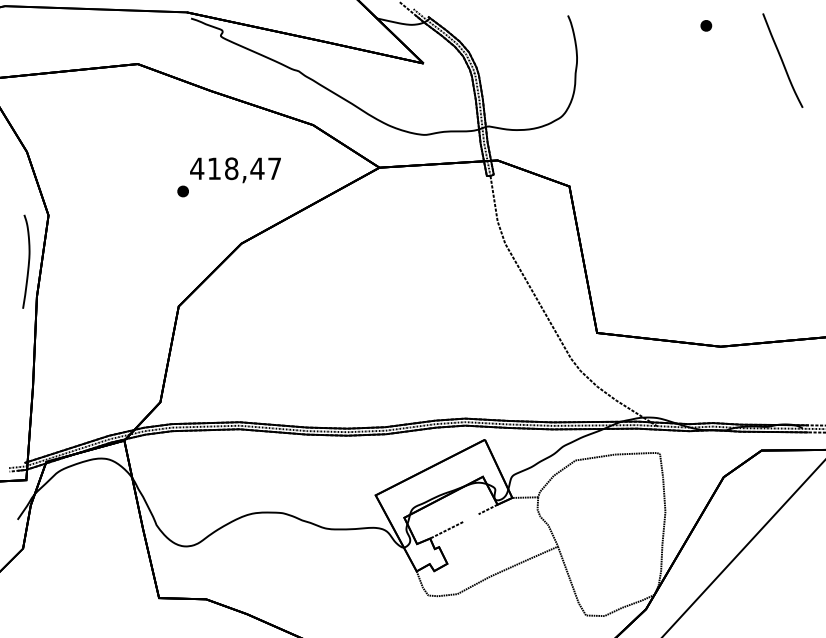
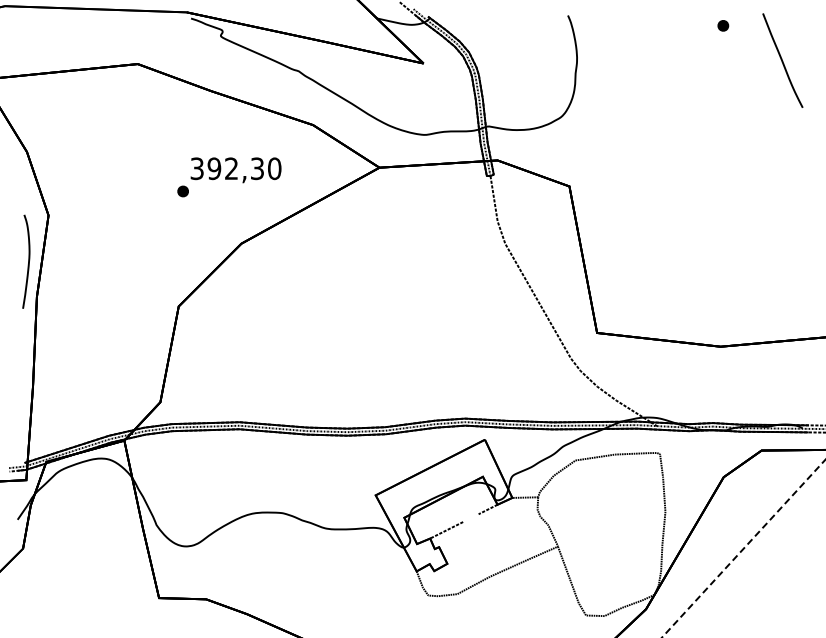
part at (706, 25) position: (706, 25) -> (723, 25)
text at (235, 168): 418,47 -> 392,30
line at (743, 548): solid -> dashed
